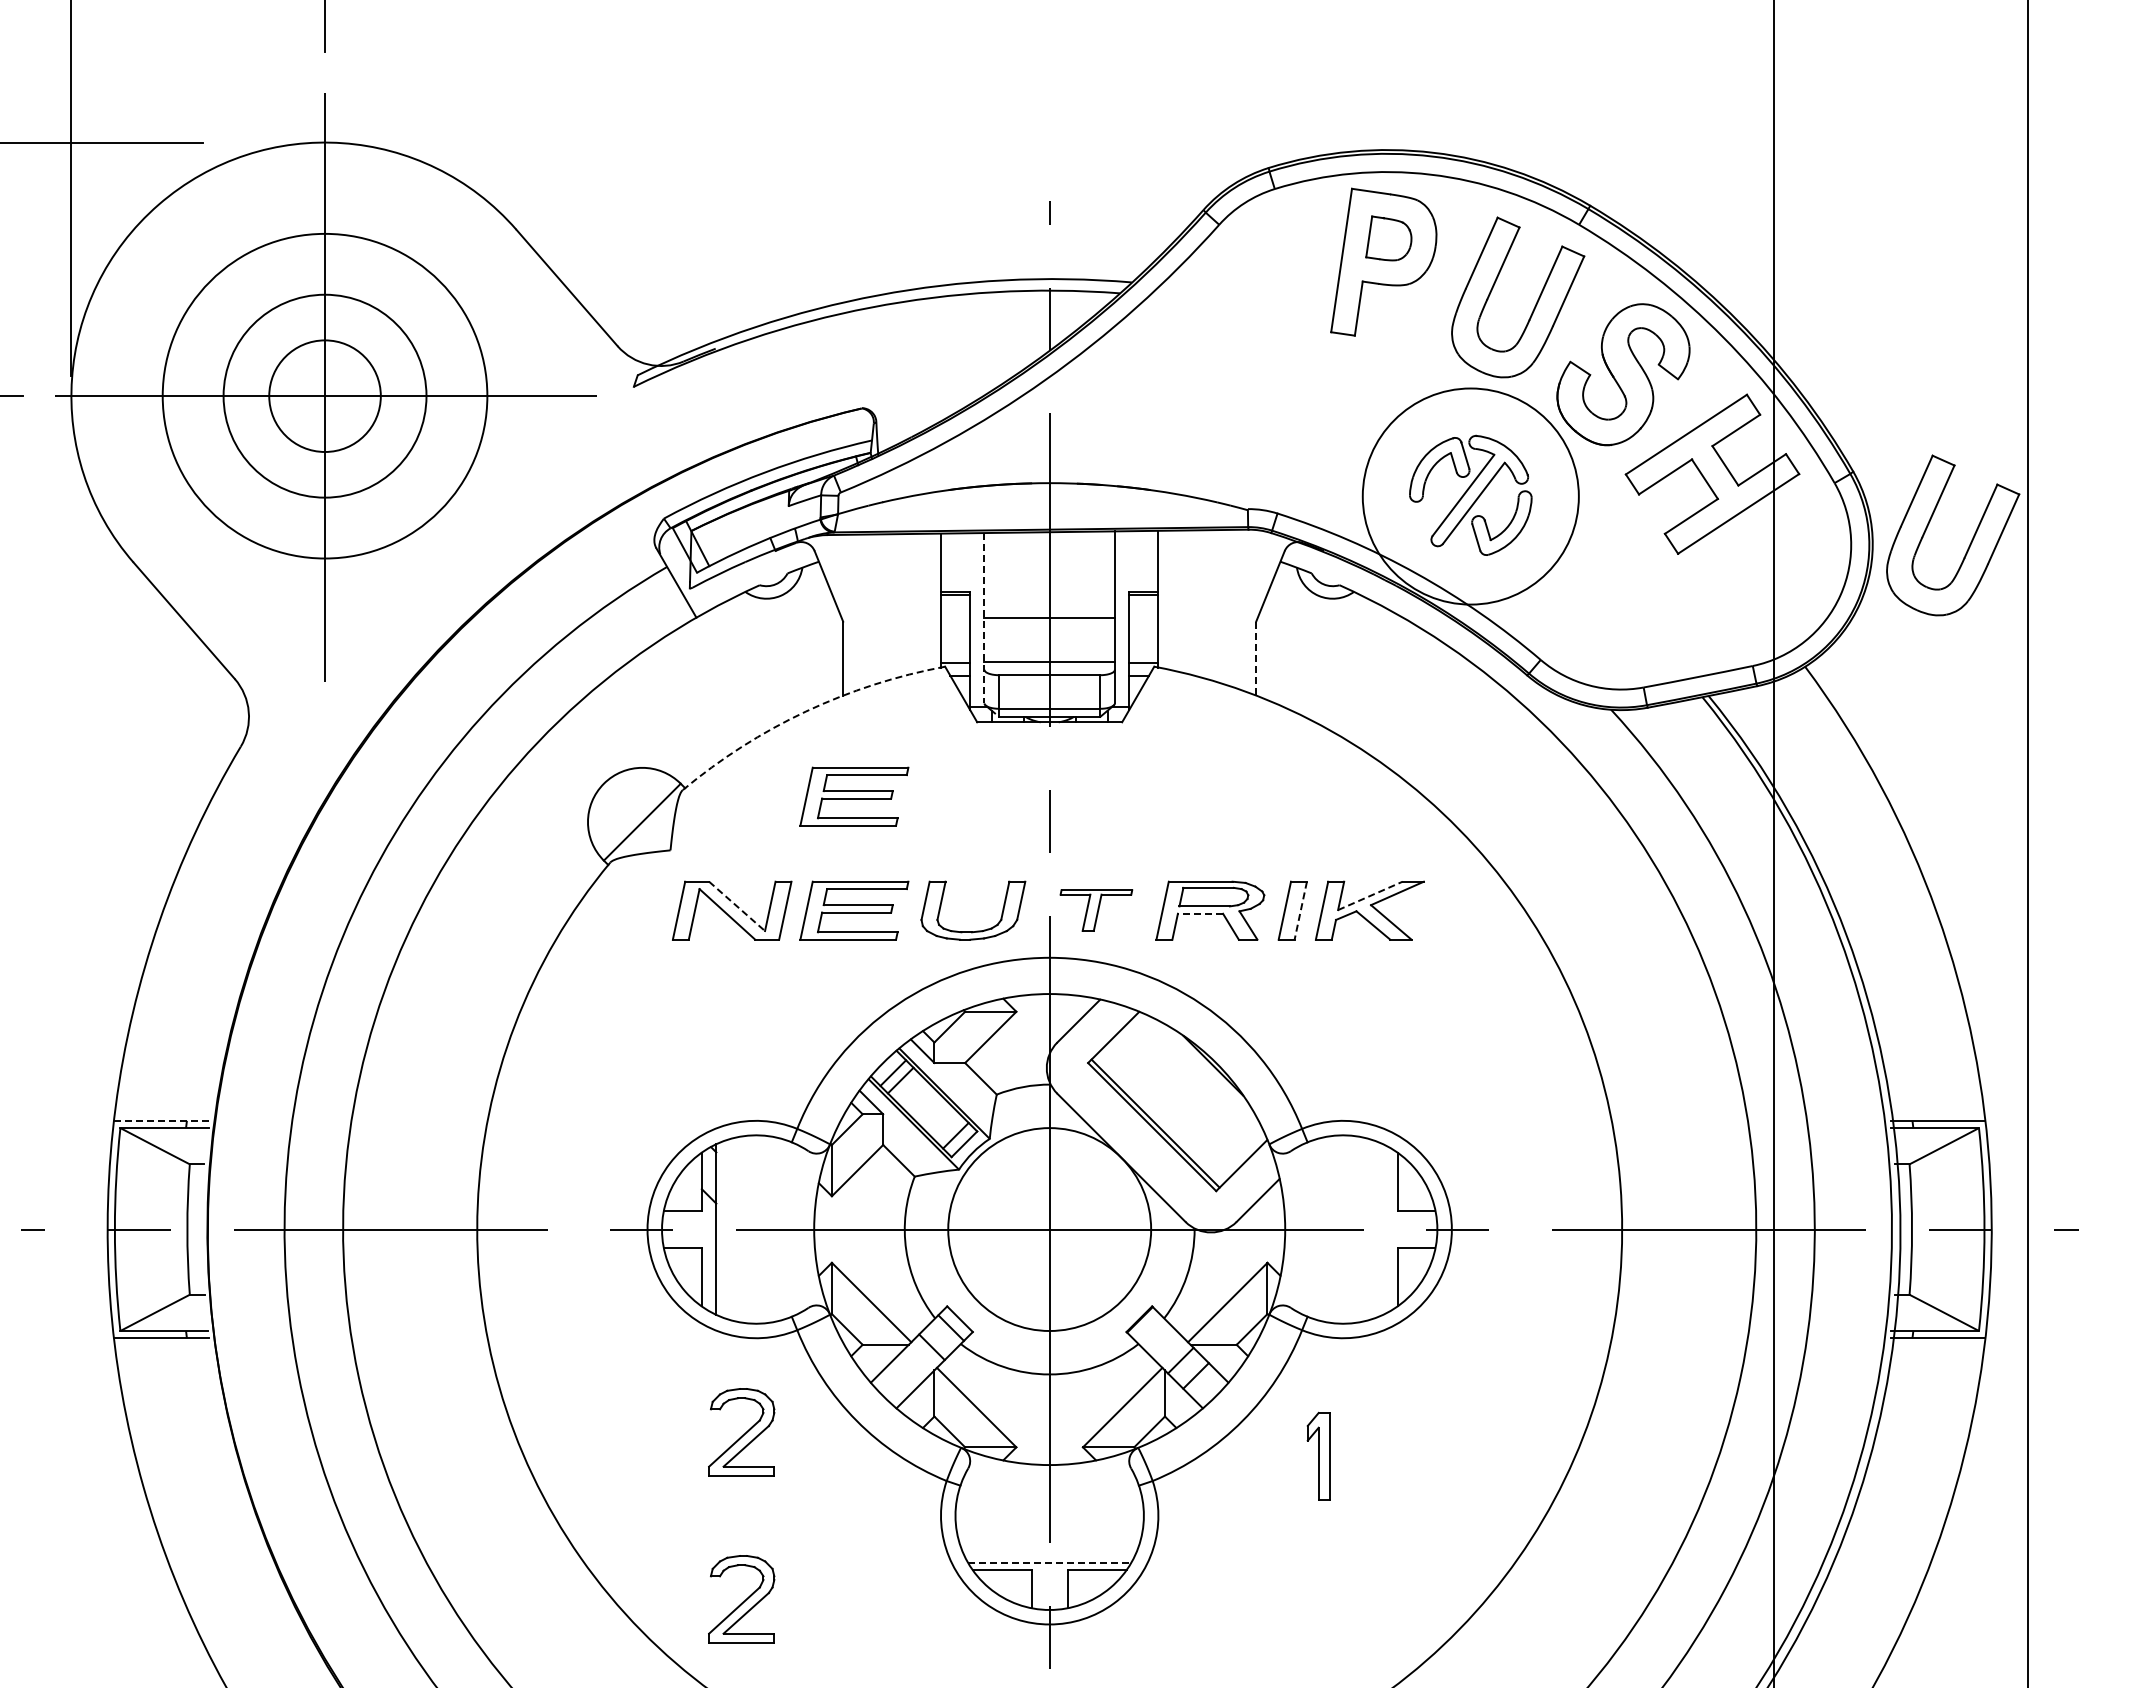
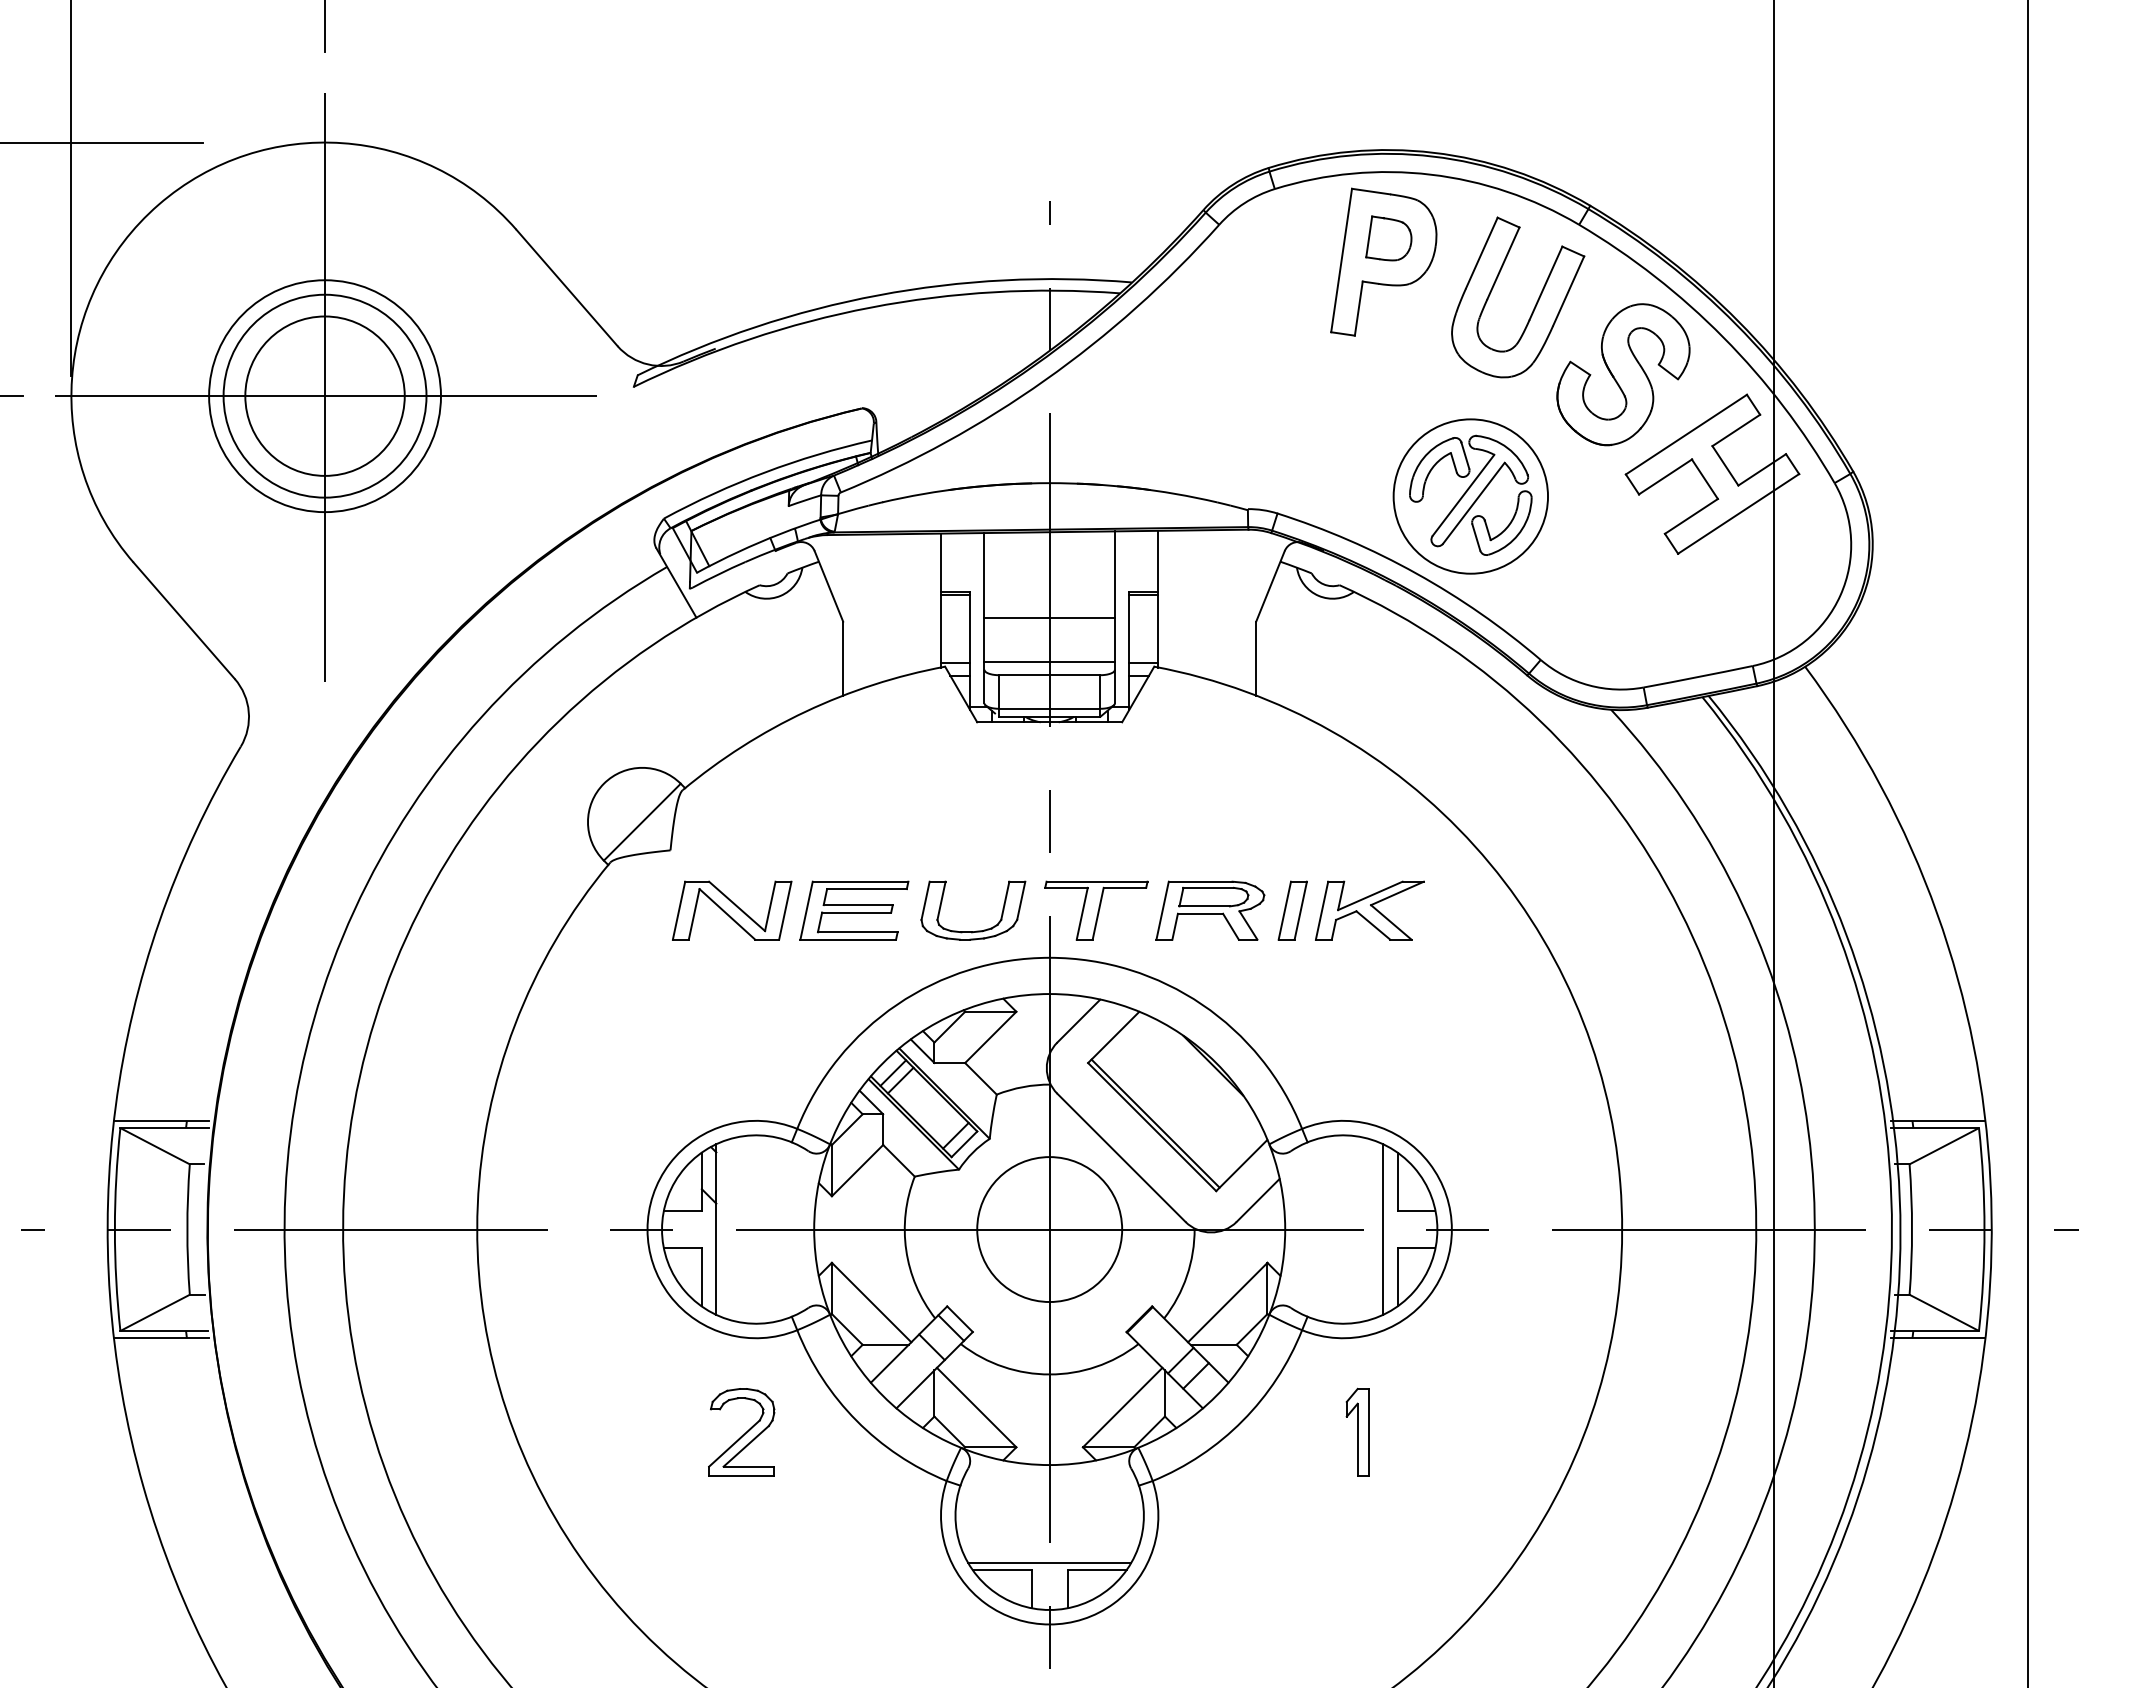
circle at (324, 395) diameter: 325 px -> 232 px
circle at (324, 396) diameter: 112 px -> 159 px
circle at (1470, 496) diameter: 216 px -> 154 px
part at (1969, 544): present -> none
line at (984, 618): dashed -> solid
line at (1256, 658): dashed -> solid
arc at (806, 711): dashed -> solid
part at (854, 796): present -> none
line at (1370, 895): dashed -> solid
line at (737, 906): dashed -> solid
part at (1096, 910) size: 75x43 px -> 105x61 px
line at (1300, 910): dashed -> solid
line at (1200, 913): dashed -> solid
line at (161, 1120): dashed -> solid
circle at (1049, 1229) diameter: 203 px -> 145 px
line at (1383, 1229): none -> present
part at (1318, 1455) position: (1318, 1455) -> (1357, 1431)
line at (1049, 1562): dashed -> solid
part at (741, 1599): present -> none
